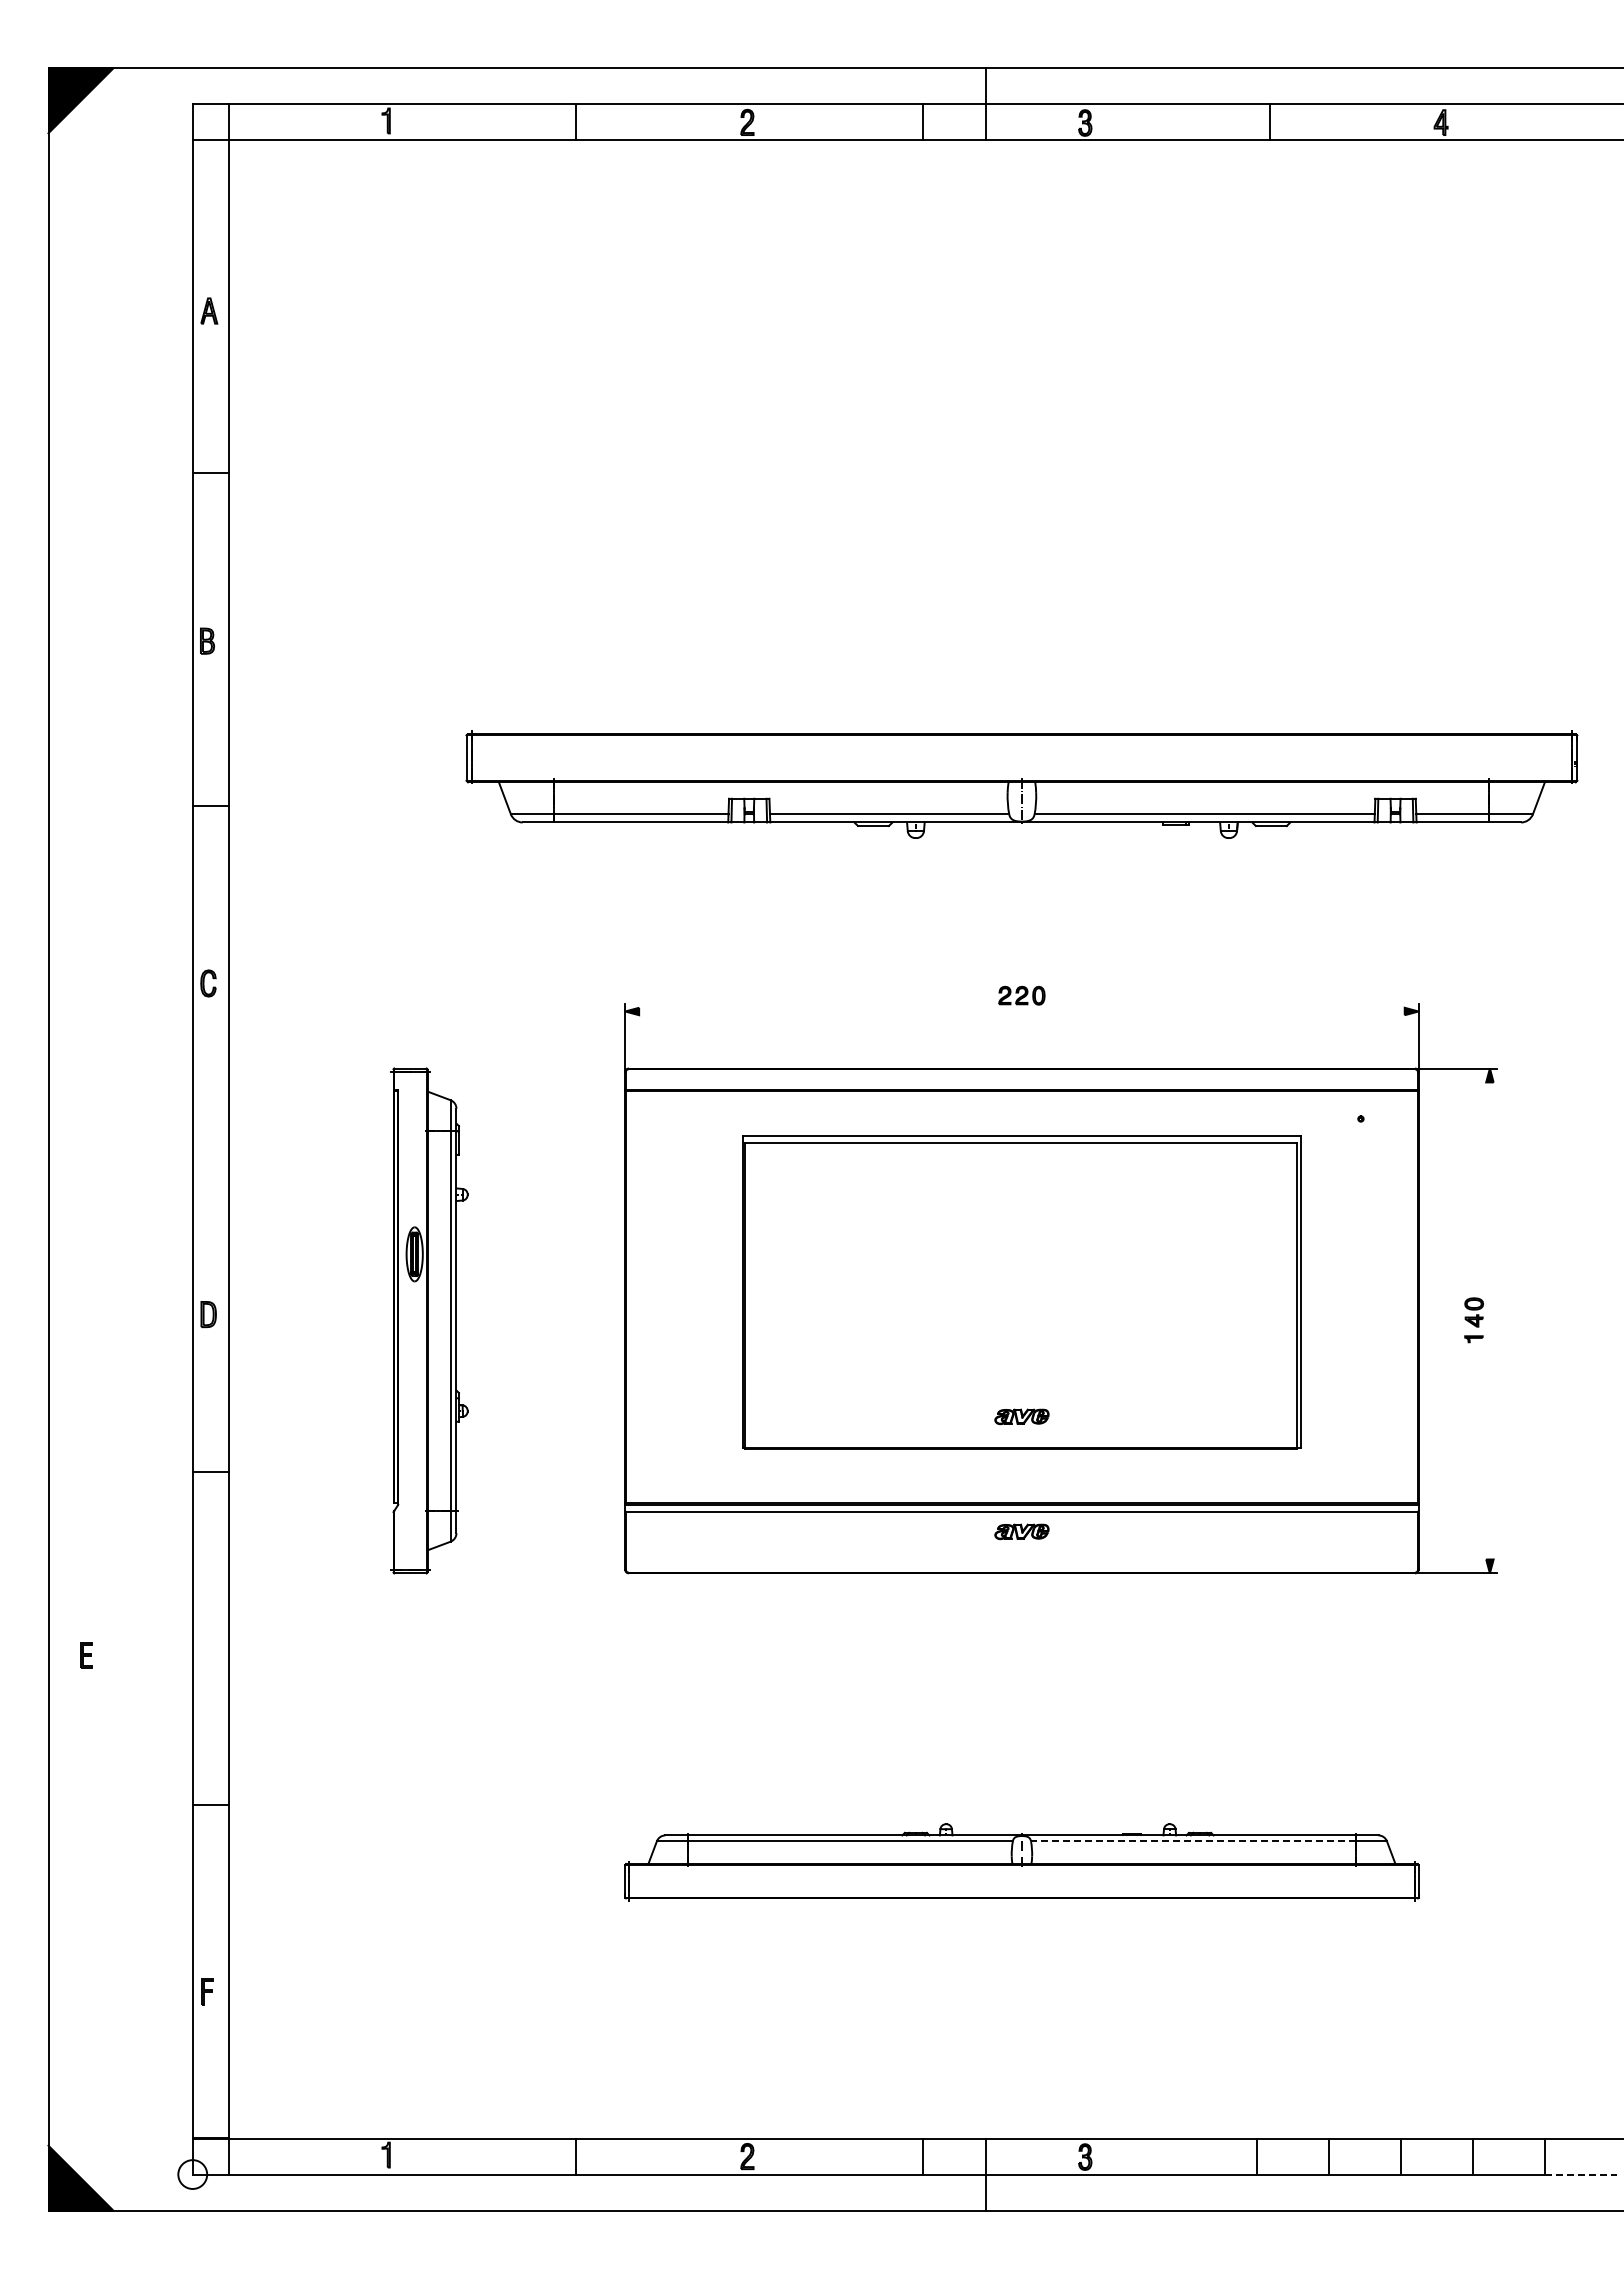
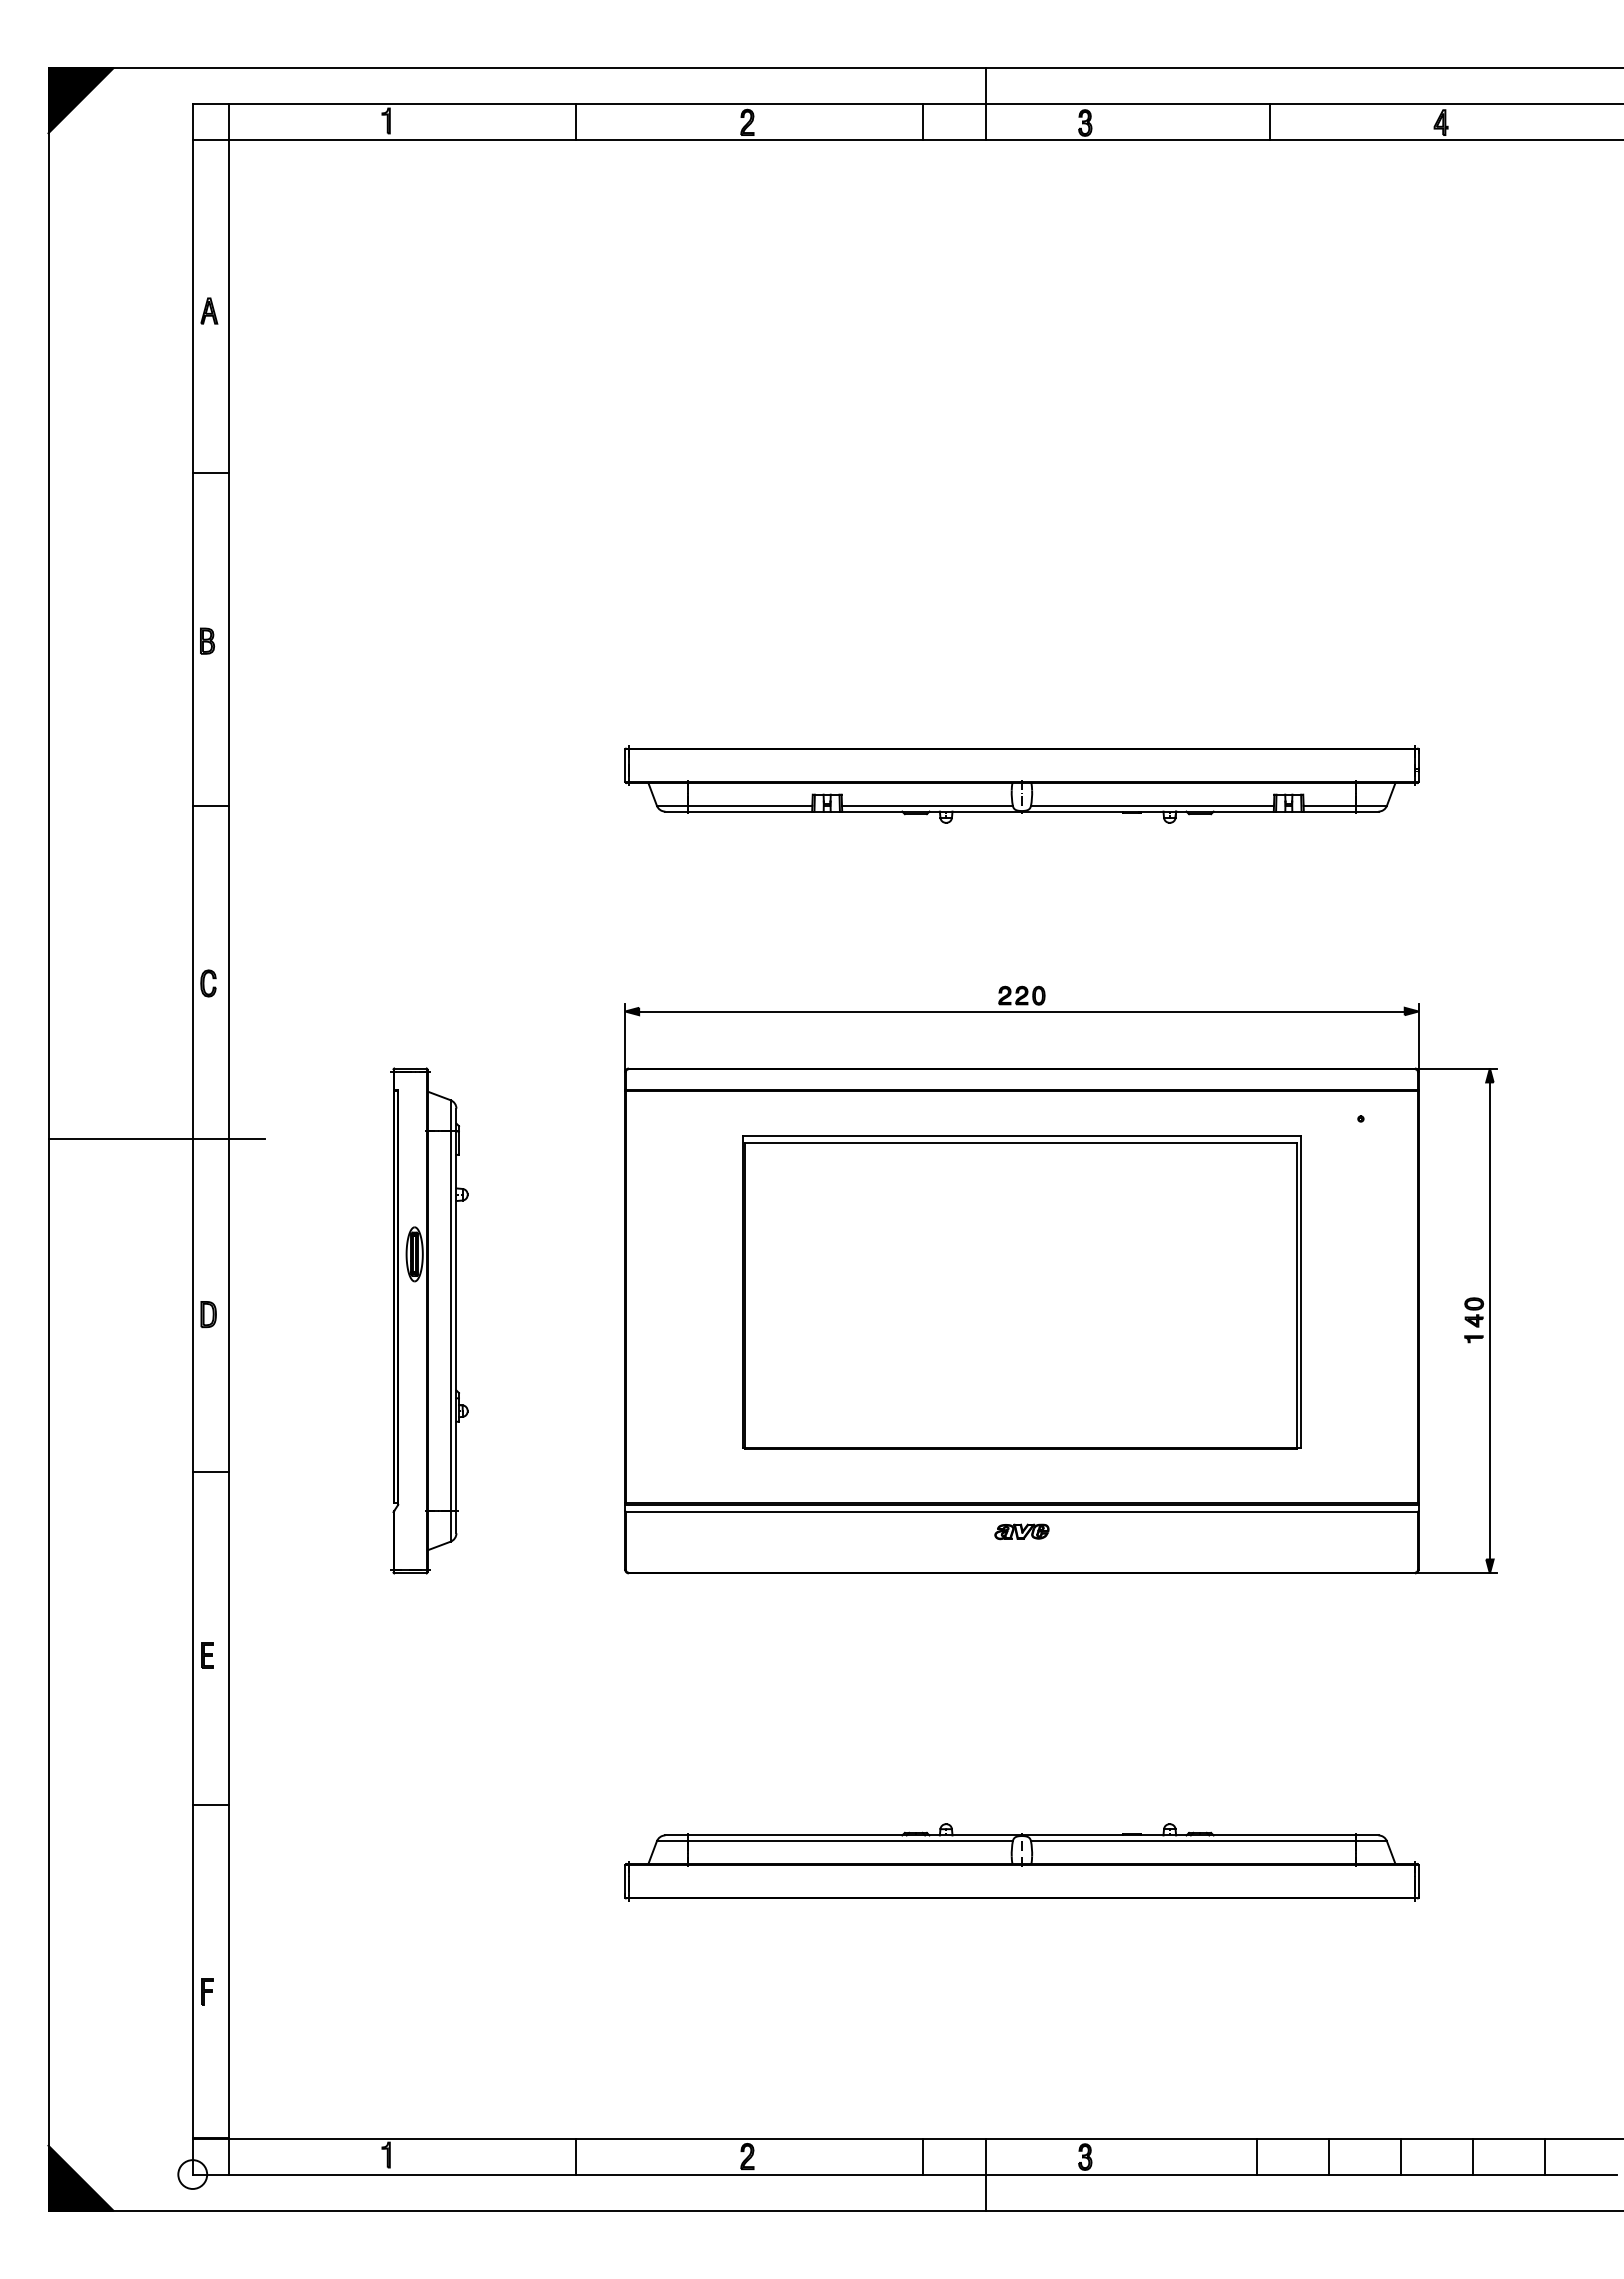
part at (1021, 784) size: 1114x109 px -> 796x79 px
line at (1021, 1011): none -> present
line at (156, 1139): none -> present
line at (1489, 1320): none -> present
part at (1021, 1416): present -> none
part at (86, 1655) position: (86, 1655) -> (207, 1655)
line at (1192, 1841): dashed -> solid
line at (1581, 2174): dashed -> solid
